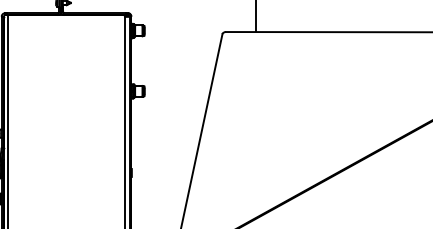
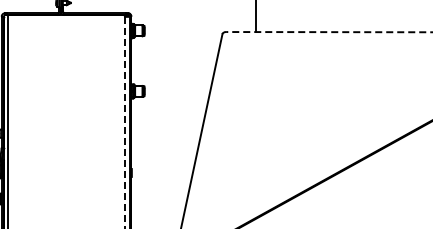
line at (328, 32): solid -> dashed
line at (125, 122): solid -> dashed
